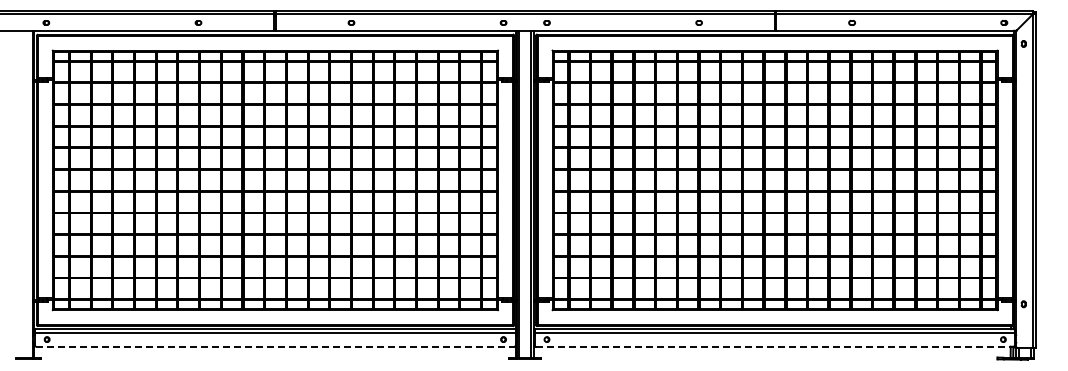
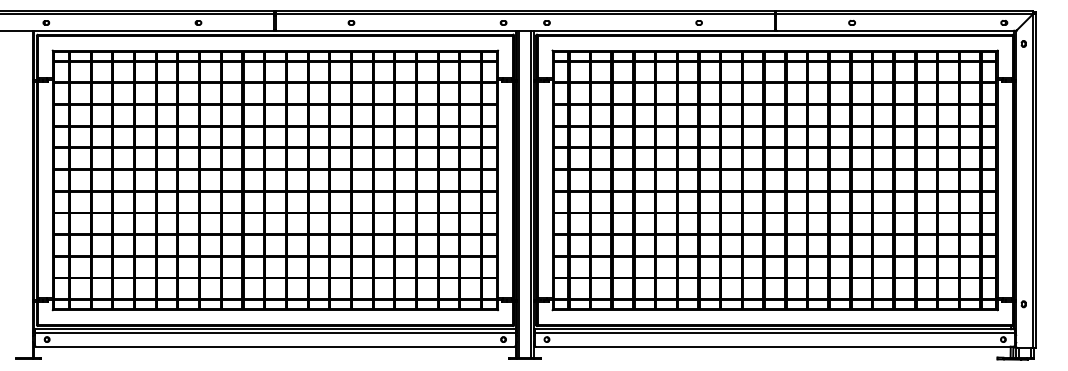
line at (275, 346): dashed -> solid
line at (775, 346): dashed -> solid
